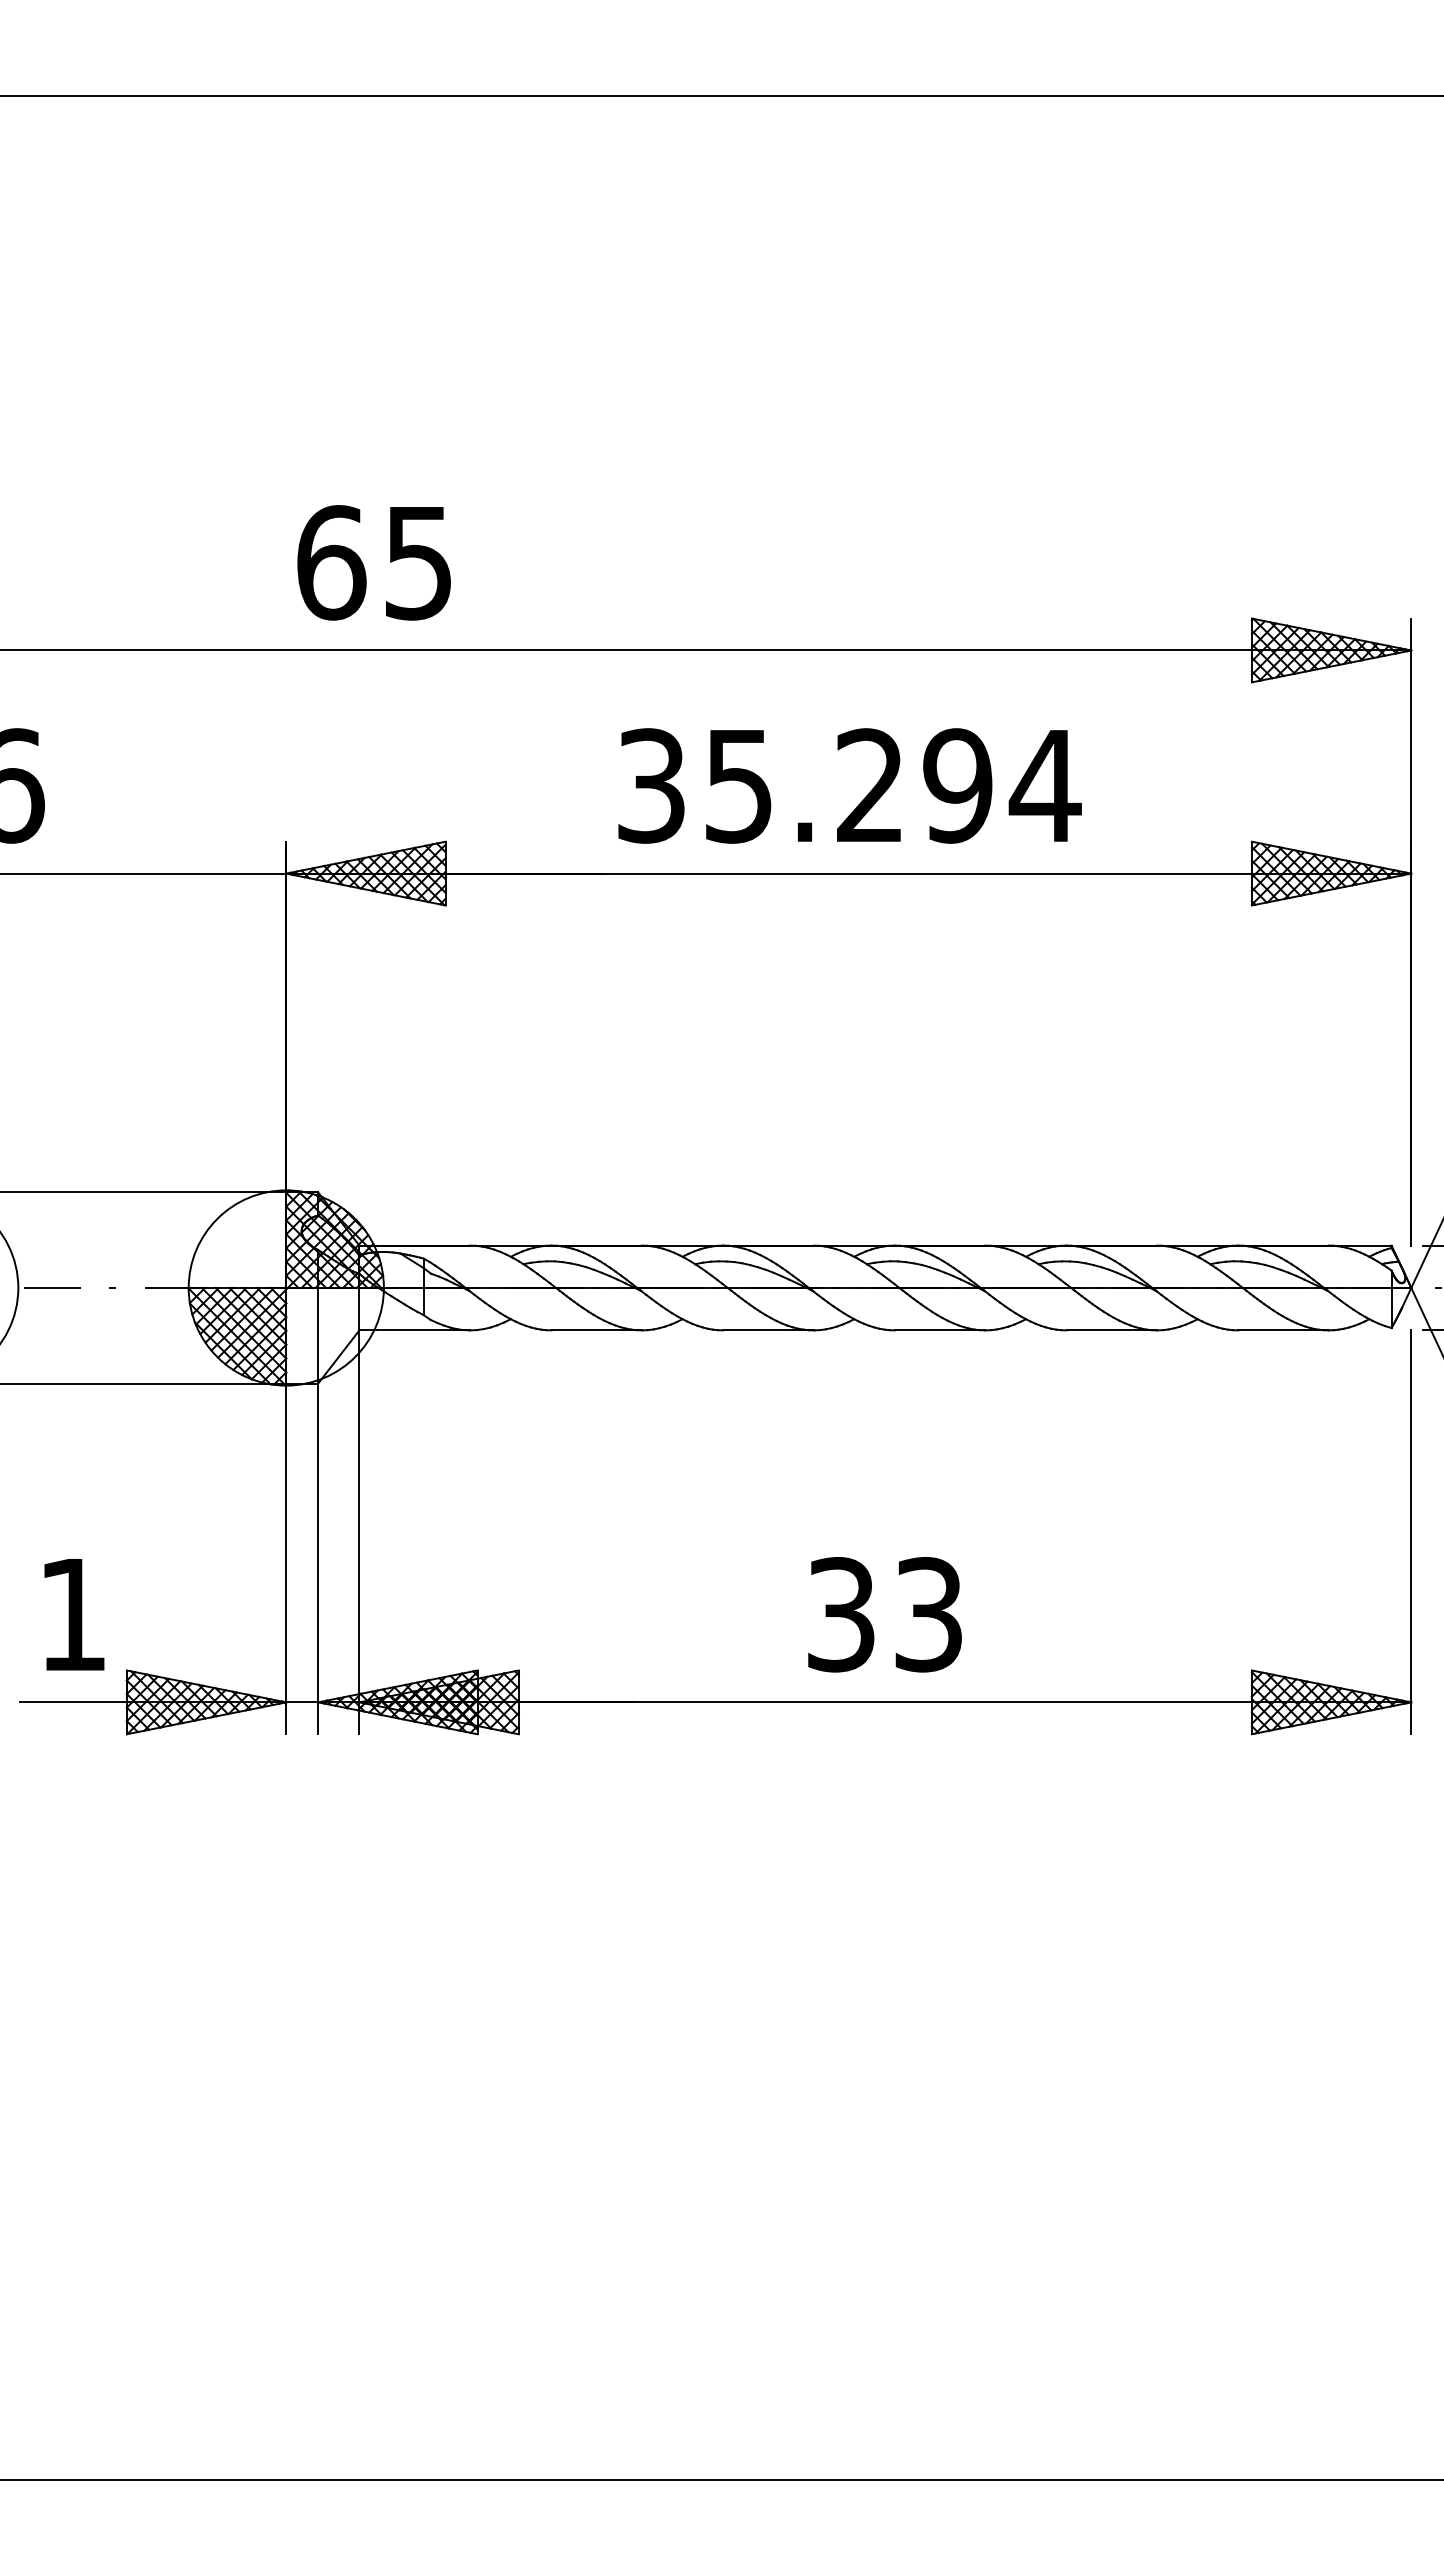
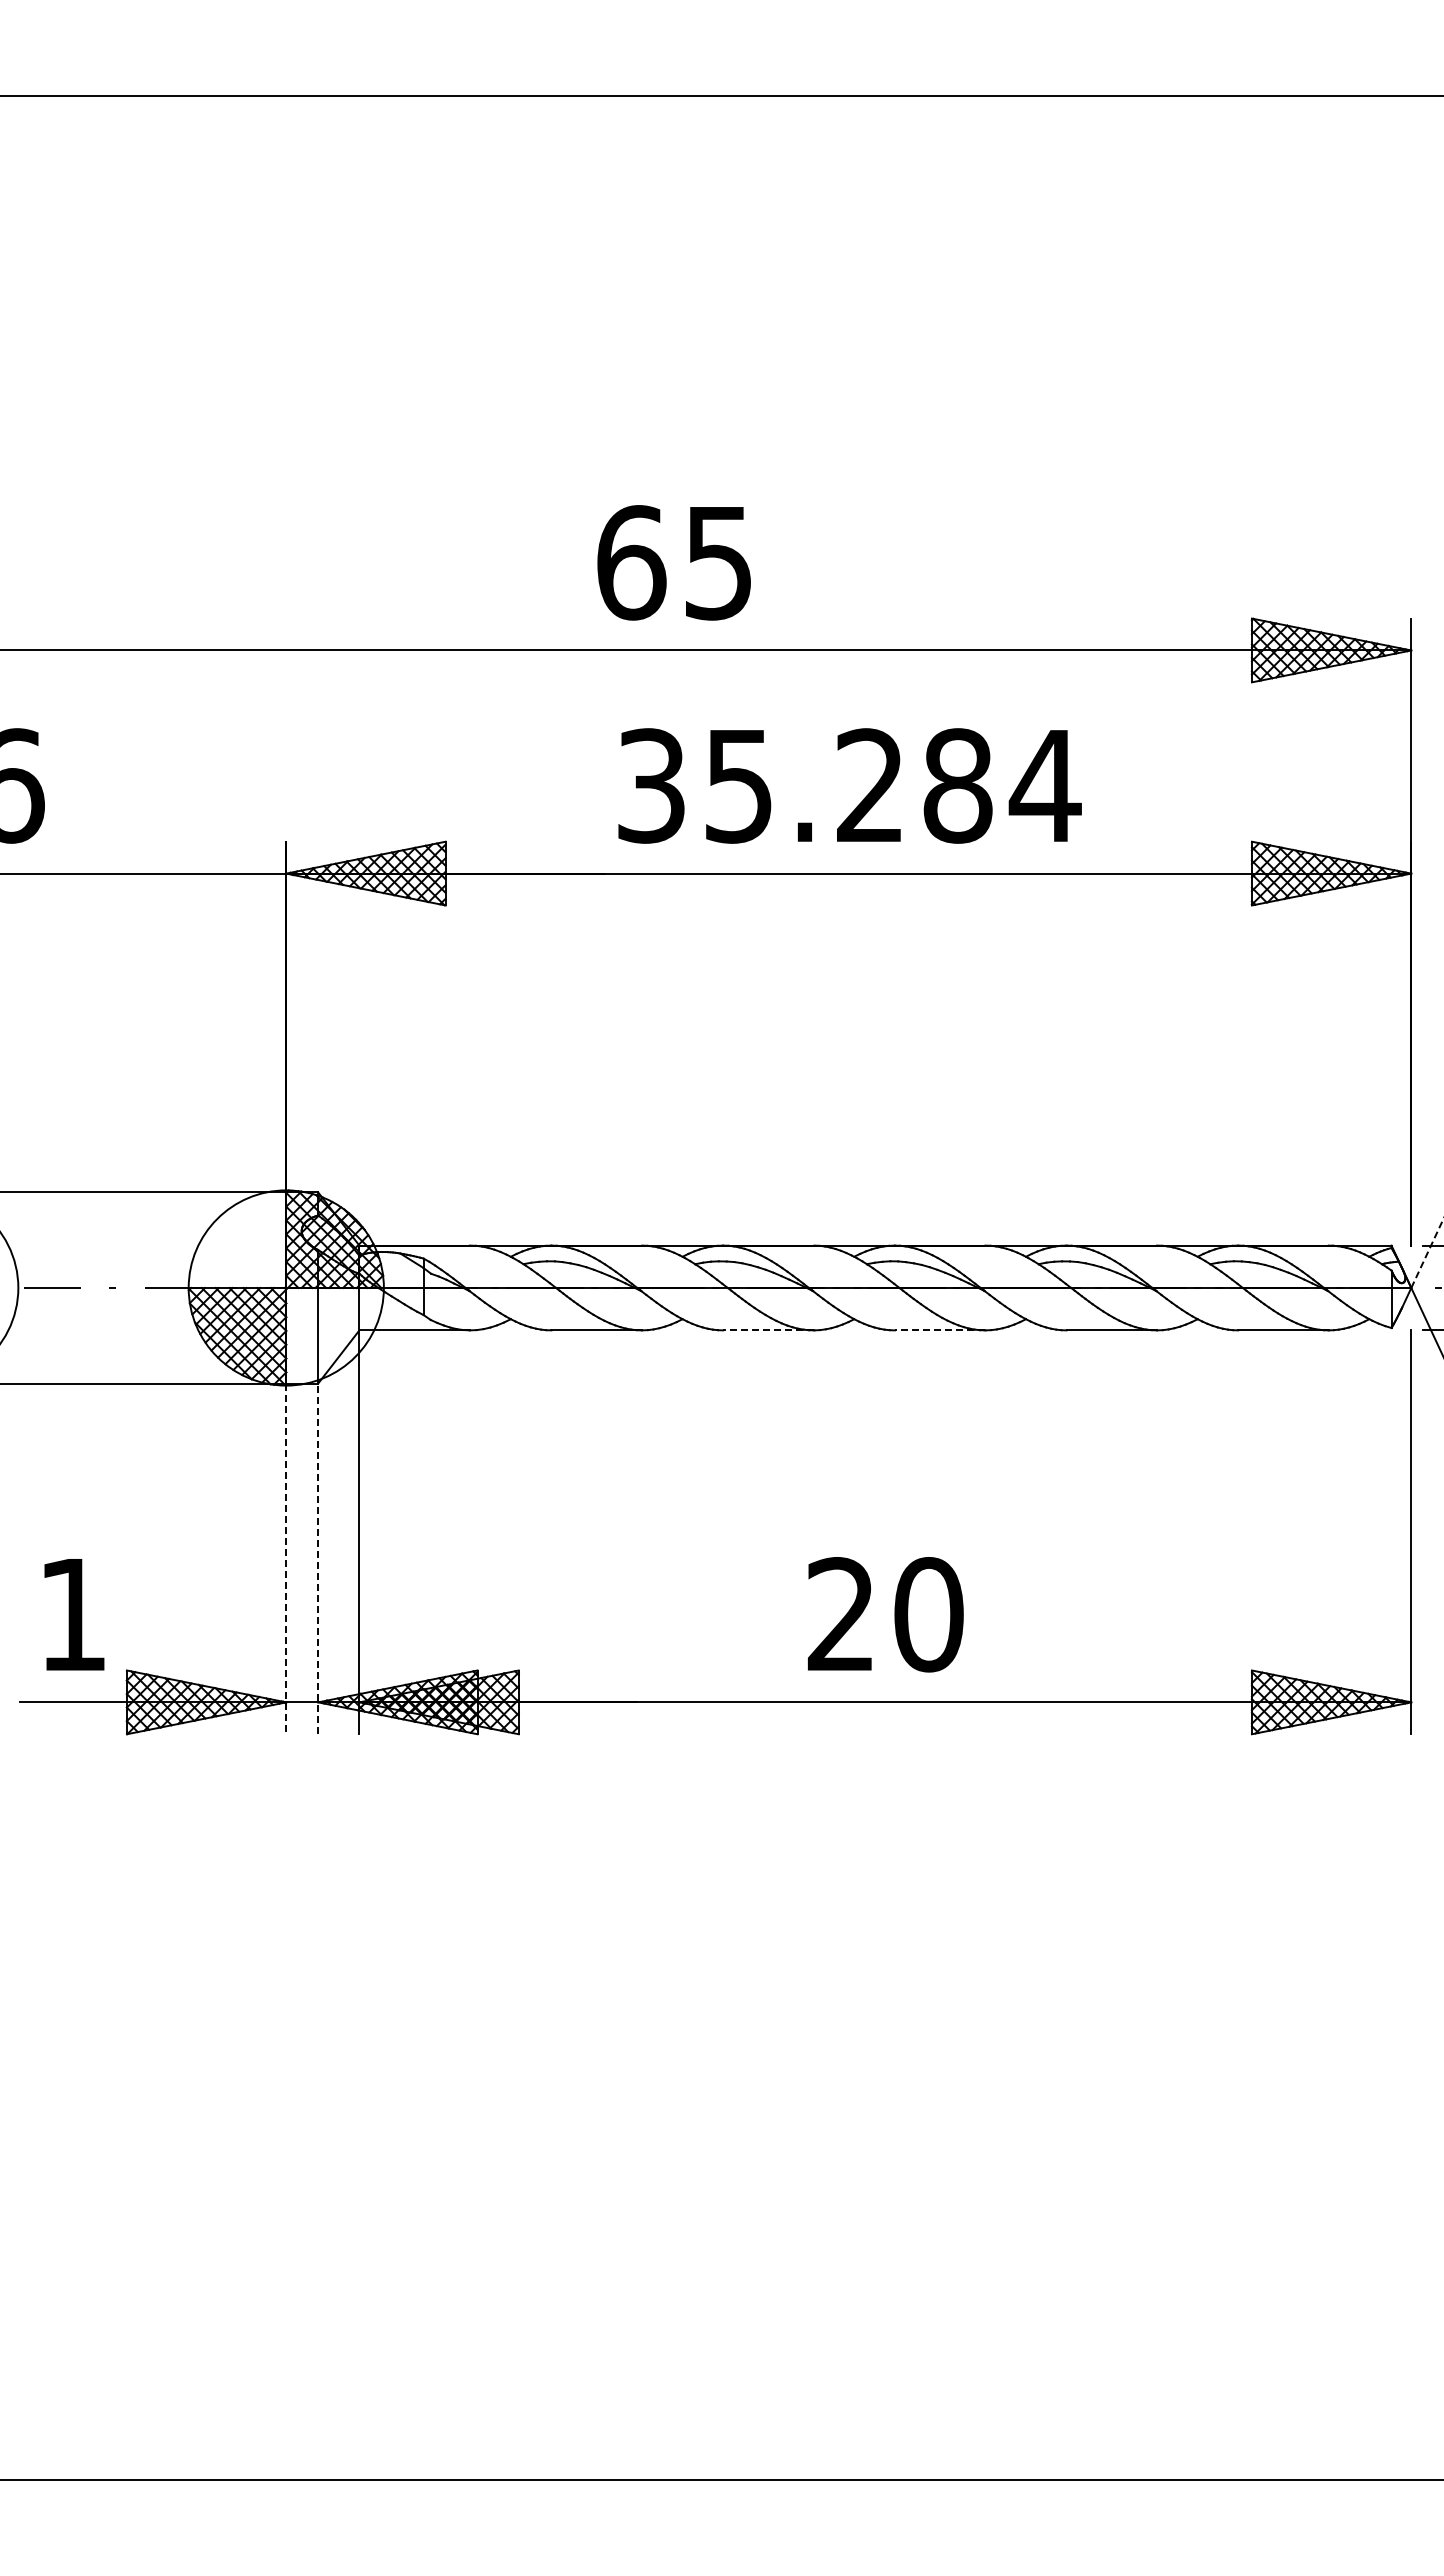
text at (373, 562) position: (373, 562) -> (673, 562)
text at (957, 785): 35.294 -> 35.284
line at (1427, 1252): solid -> dashed
line at (767, 1330): solid -> dashed
line at (939, 1330): solid -> dashed
line at (318, 1558): solid -> dashed
line at (286, 1559): solid -> dashed
text at (885, 1614): 33 -> 20
